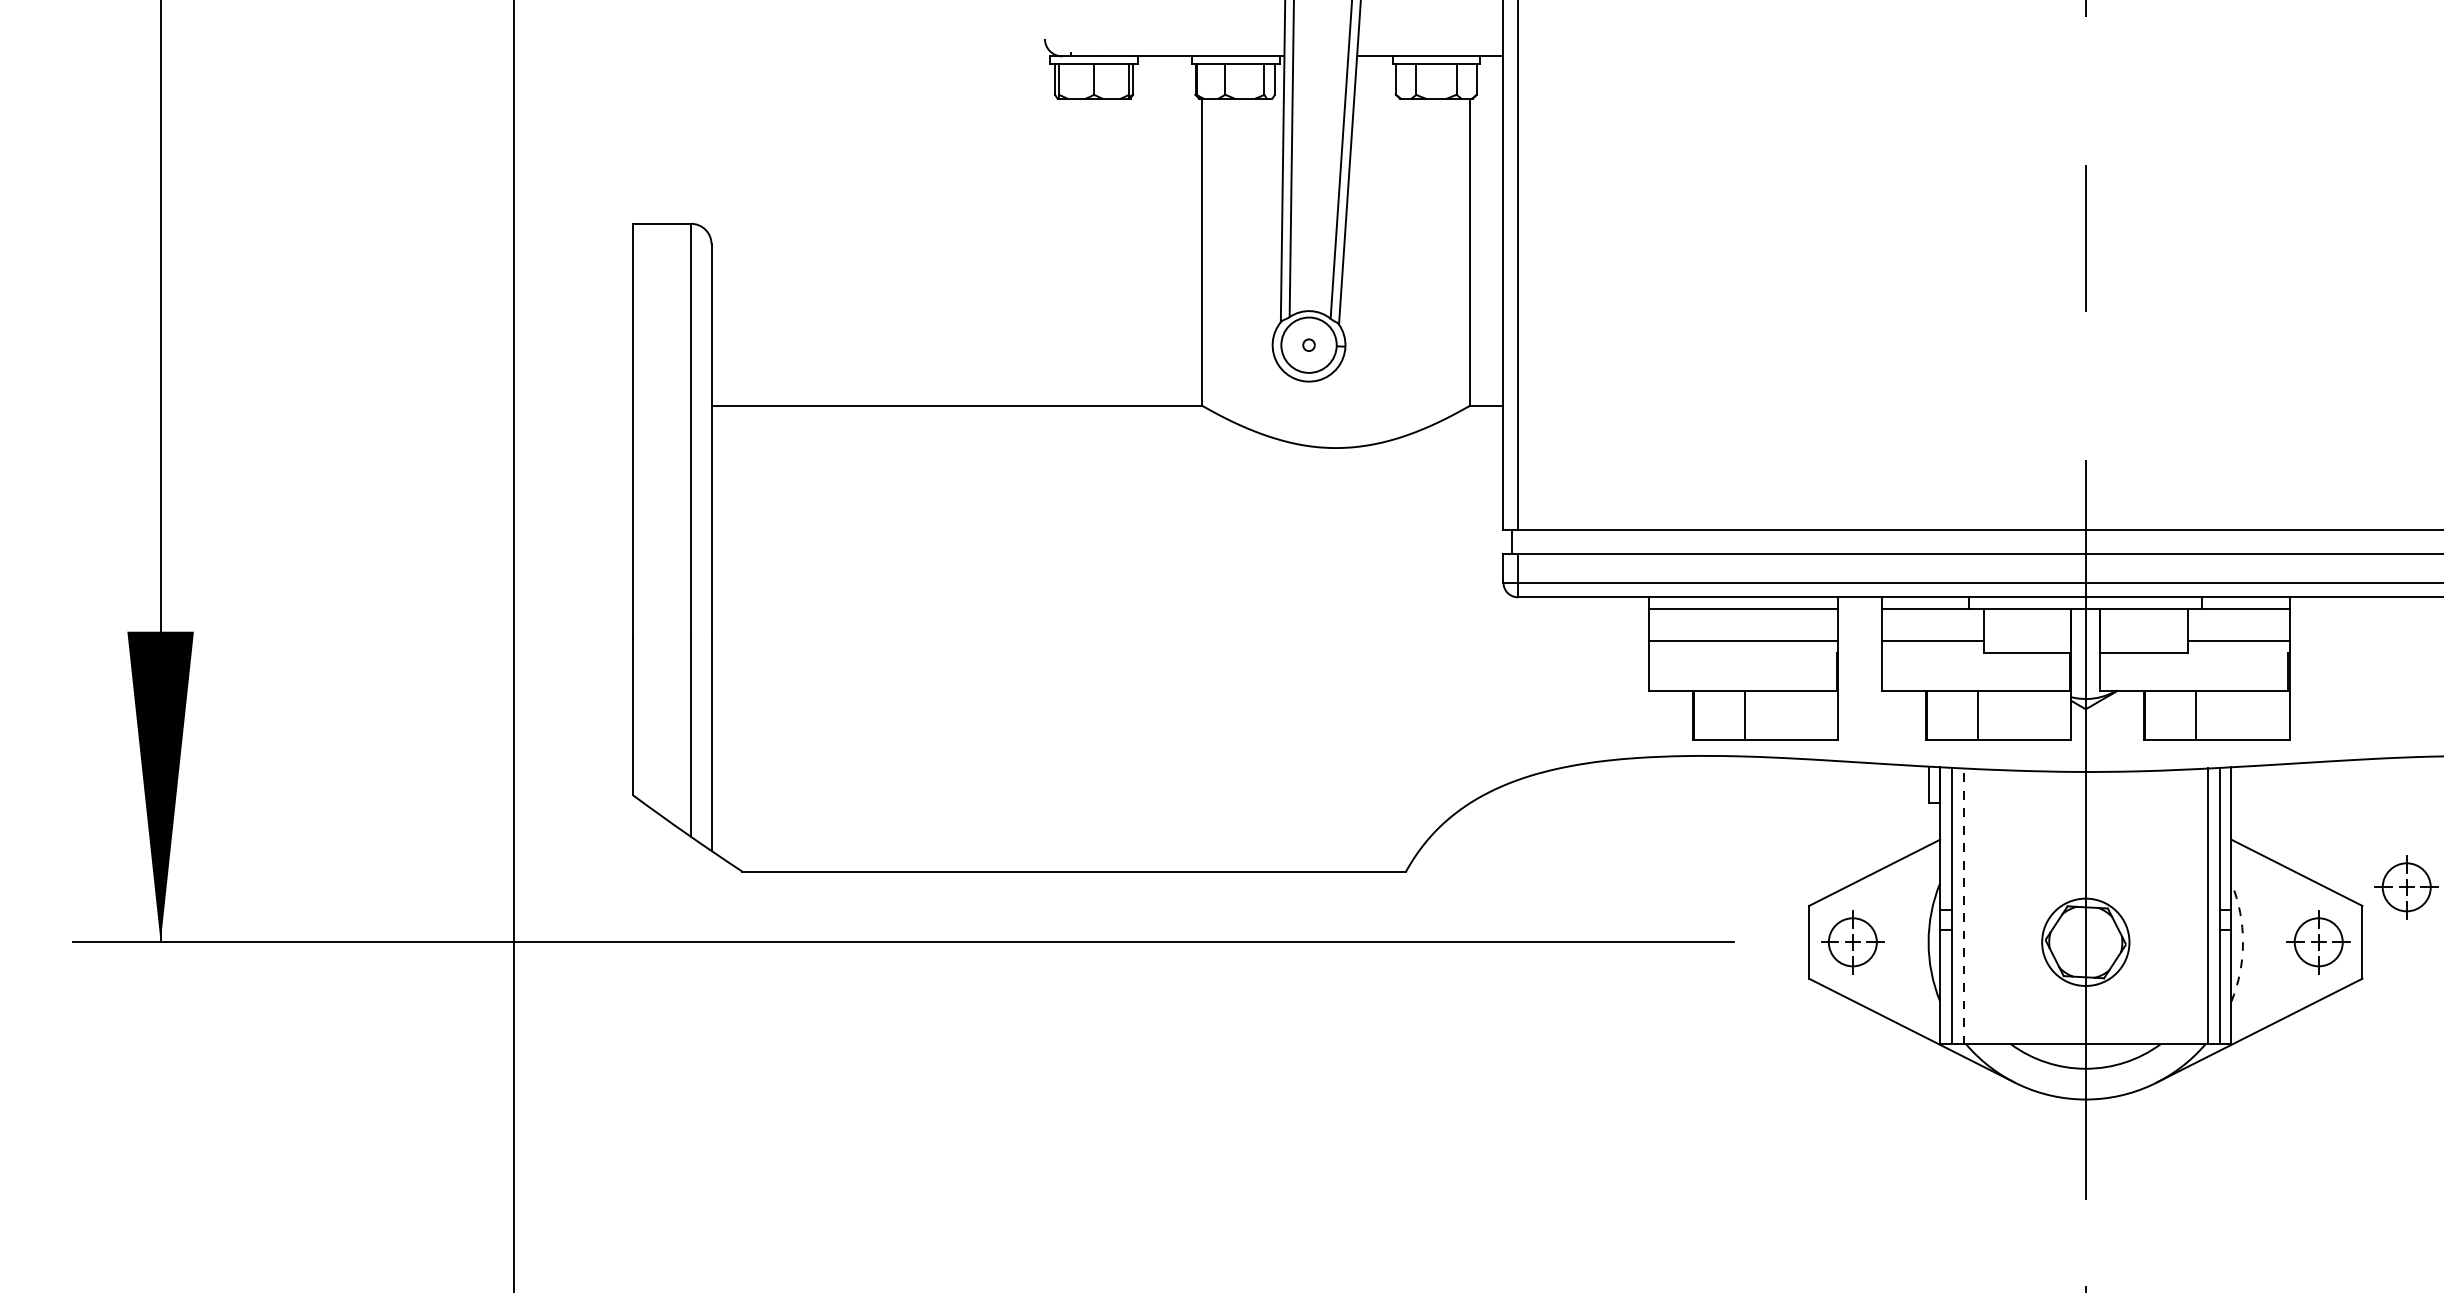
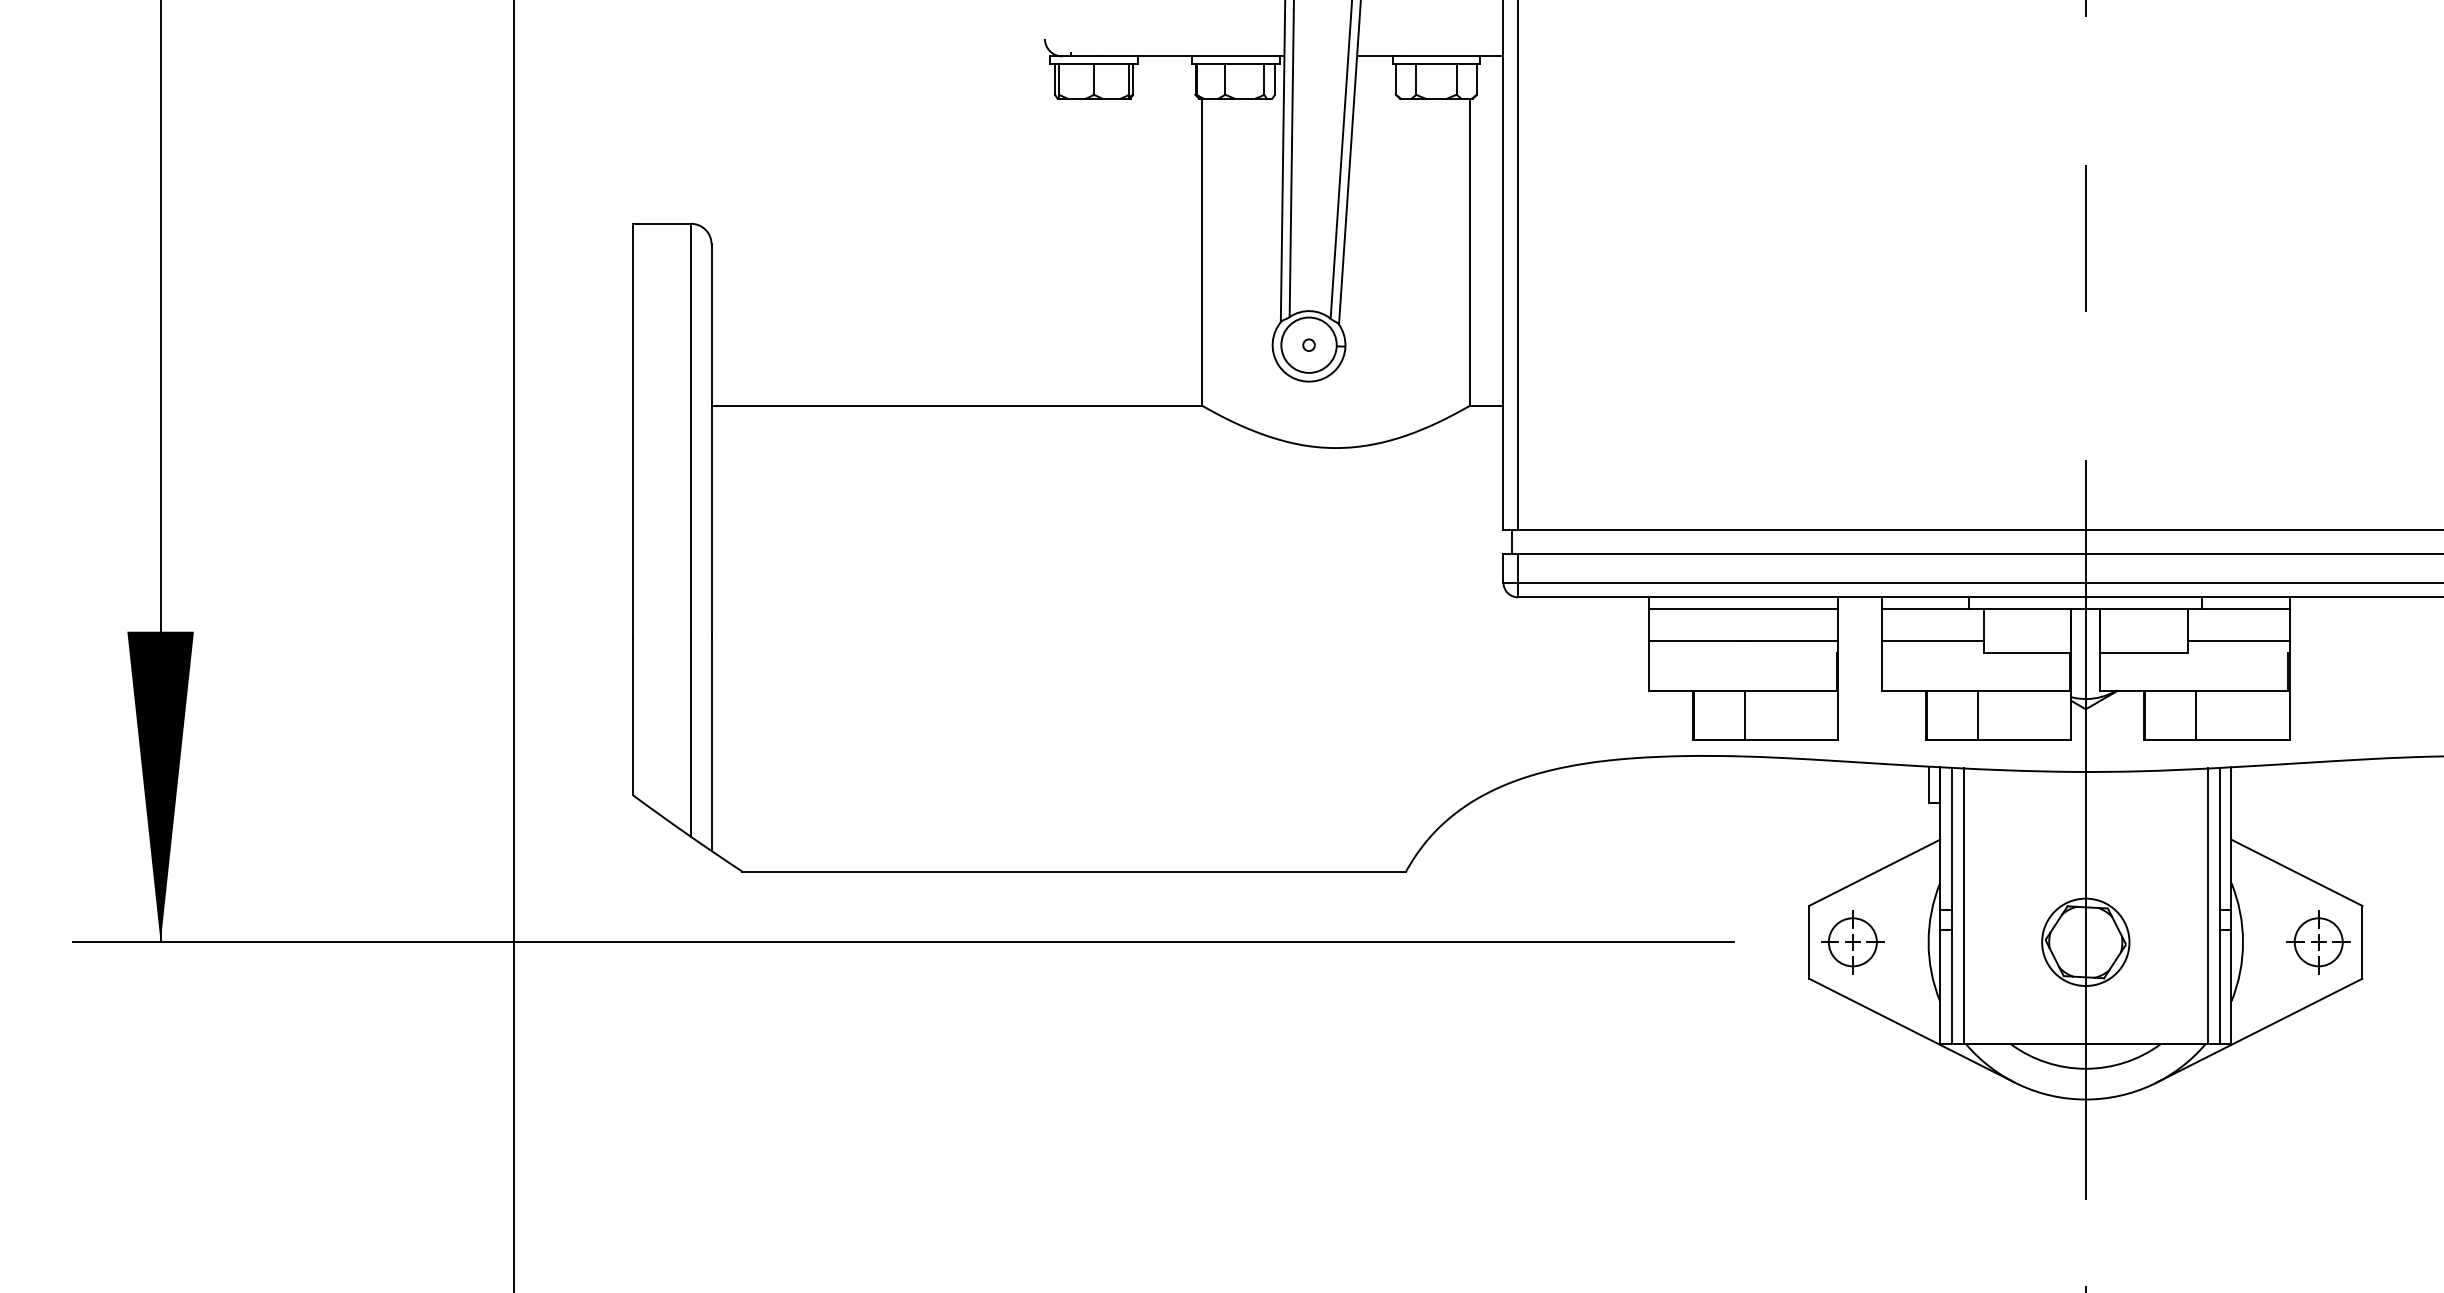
part at (2406, 887): present -> none
line at (1963, 906): dashed -> solid
arc at (2243, 942): dashed -> solid
